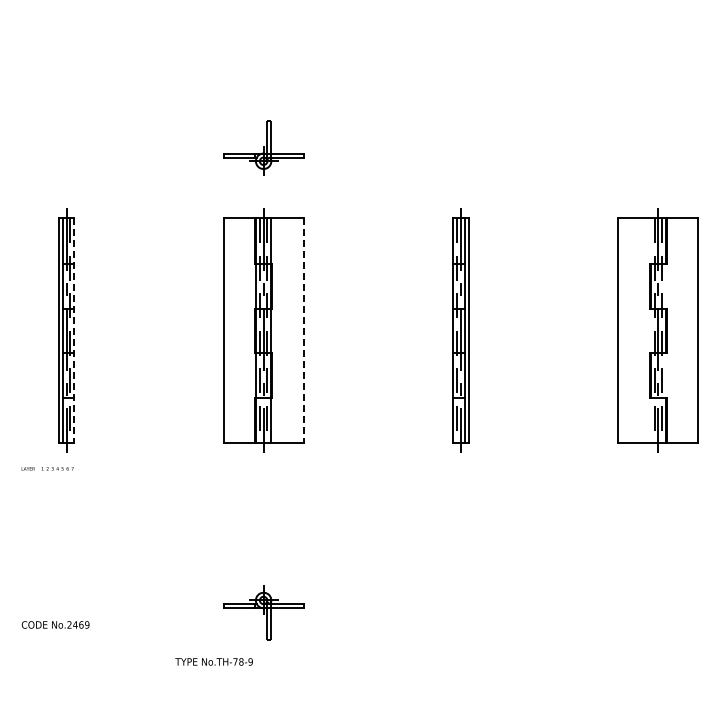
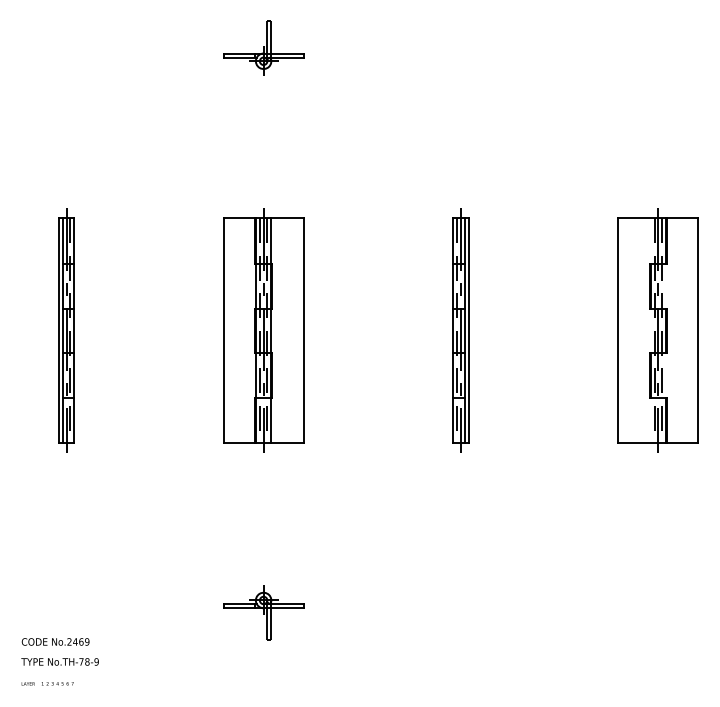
part at (263, 147) position: (263, 147) -> (263, 47)
line at (74, 331): dashed -> solid
line at (303, 331): dashed -> solid
text at (47, 468) position: (47, 468) -> (47, 683)
text at (55, 624) position: (55, 624) -> (55, 641)
text at (213, 661) position: (213, 661) -> (59, 661)
